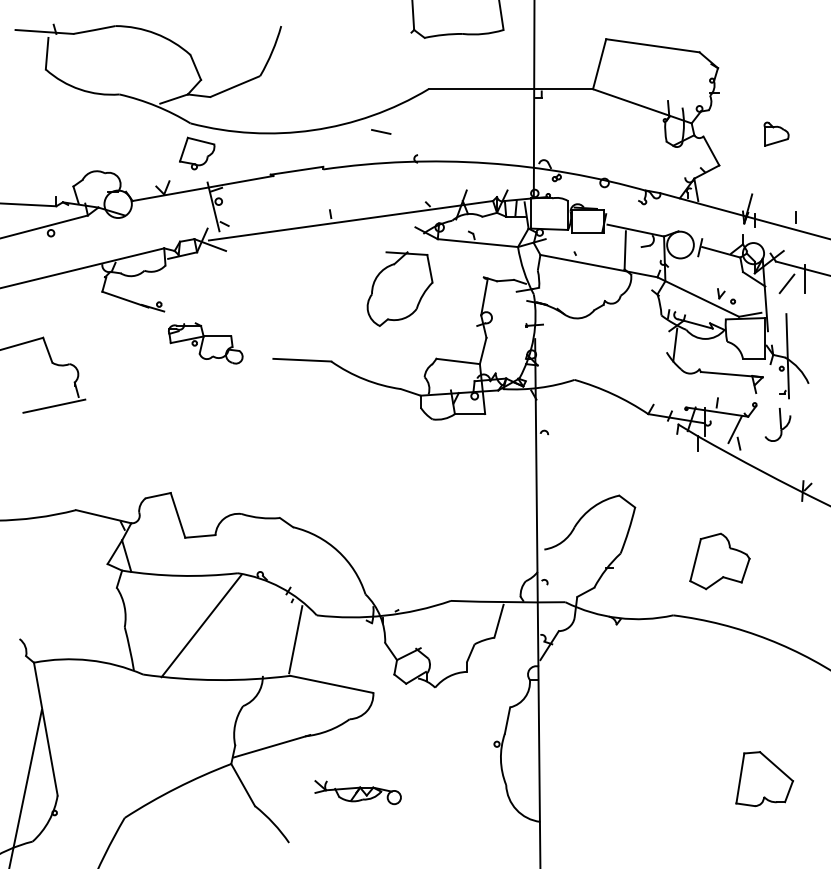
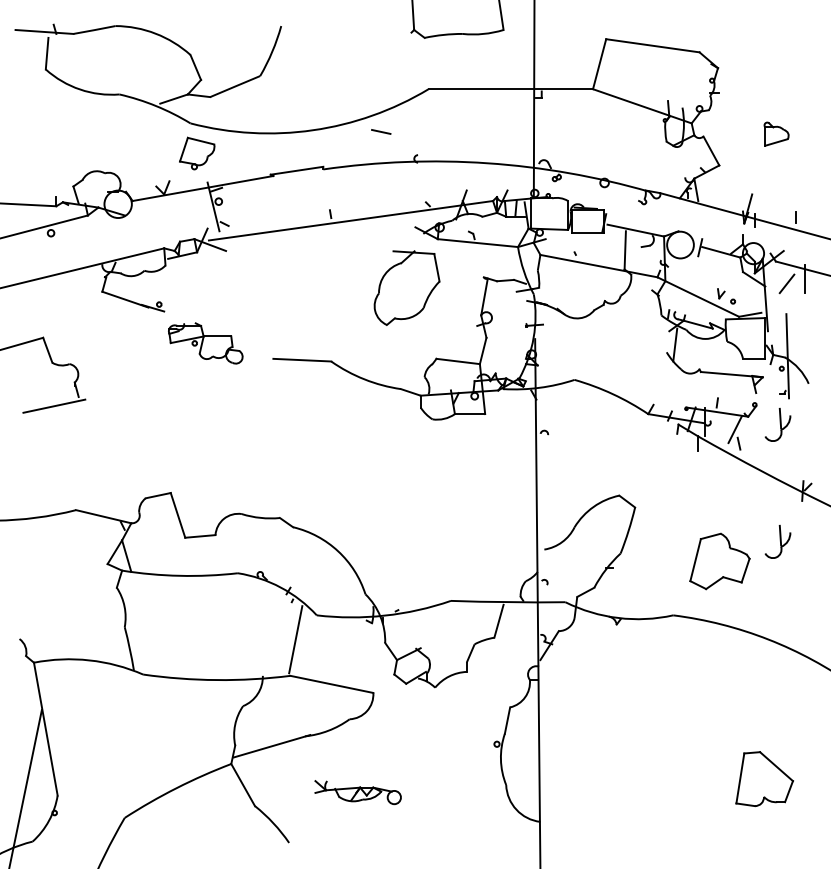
part at (399, 288) position: (399, 288) -> (406, 287)
part at (777, 541): none -> present
line at (201, 625): present -> none
